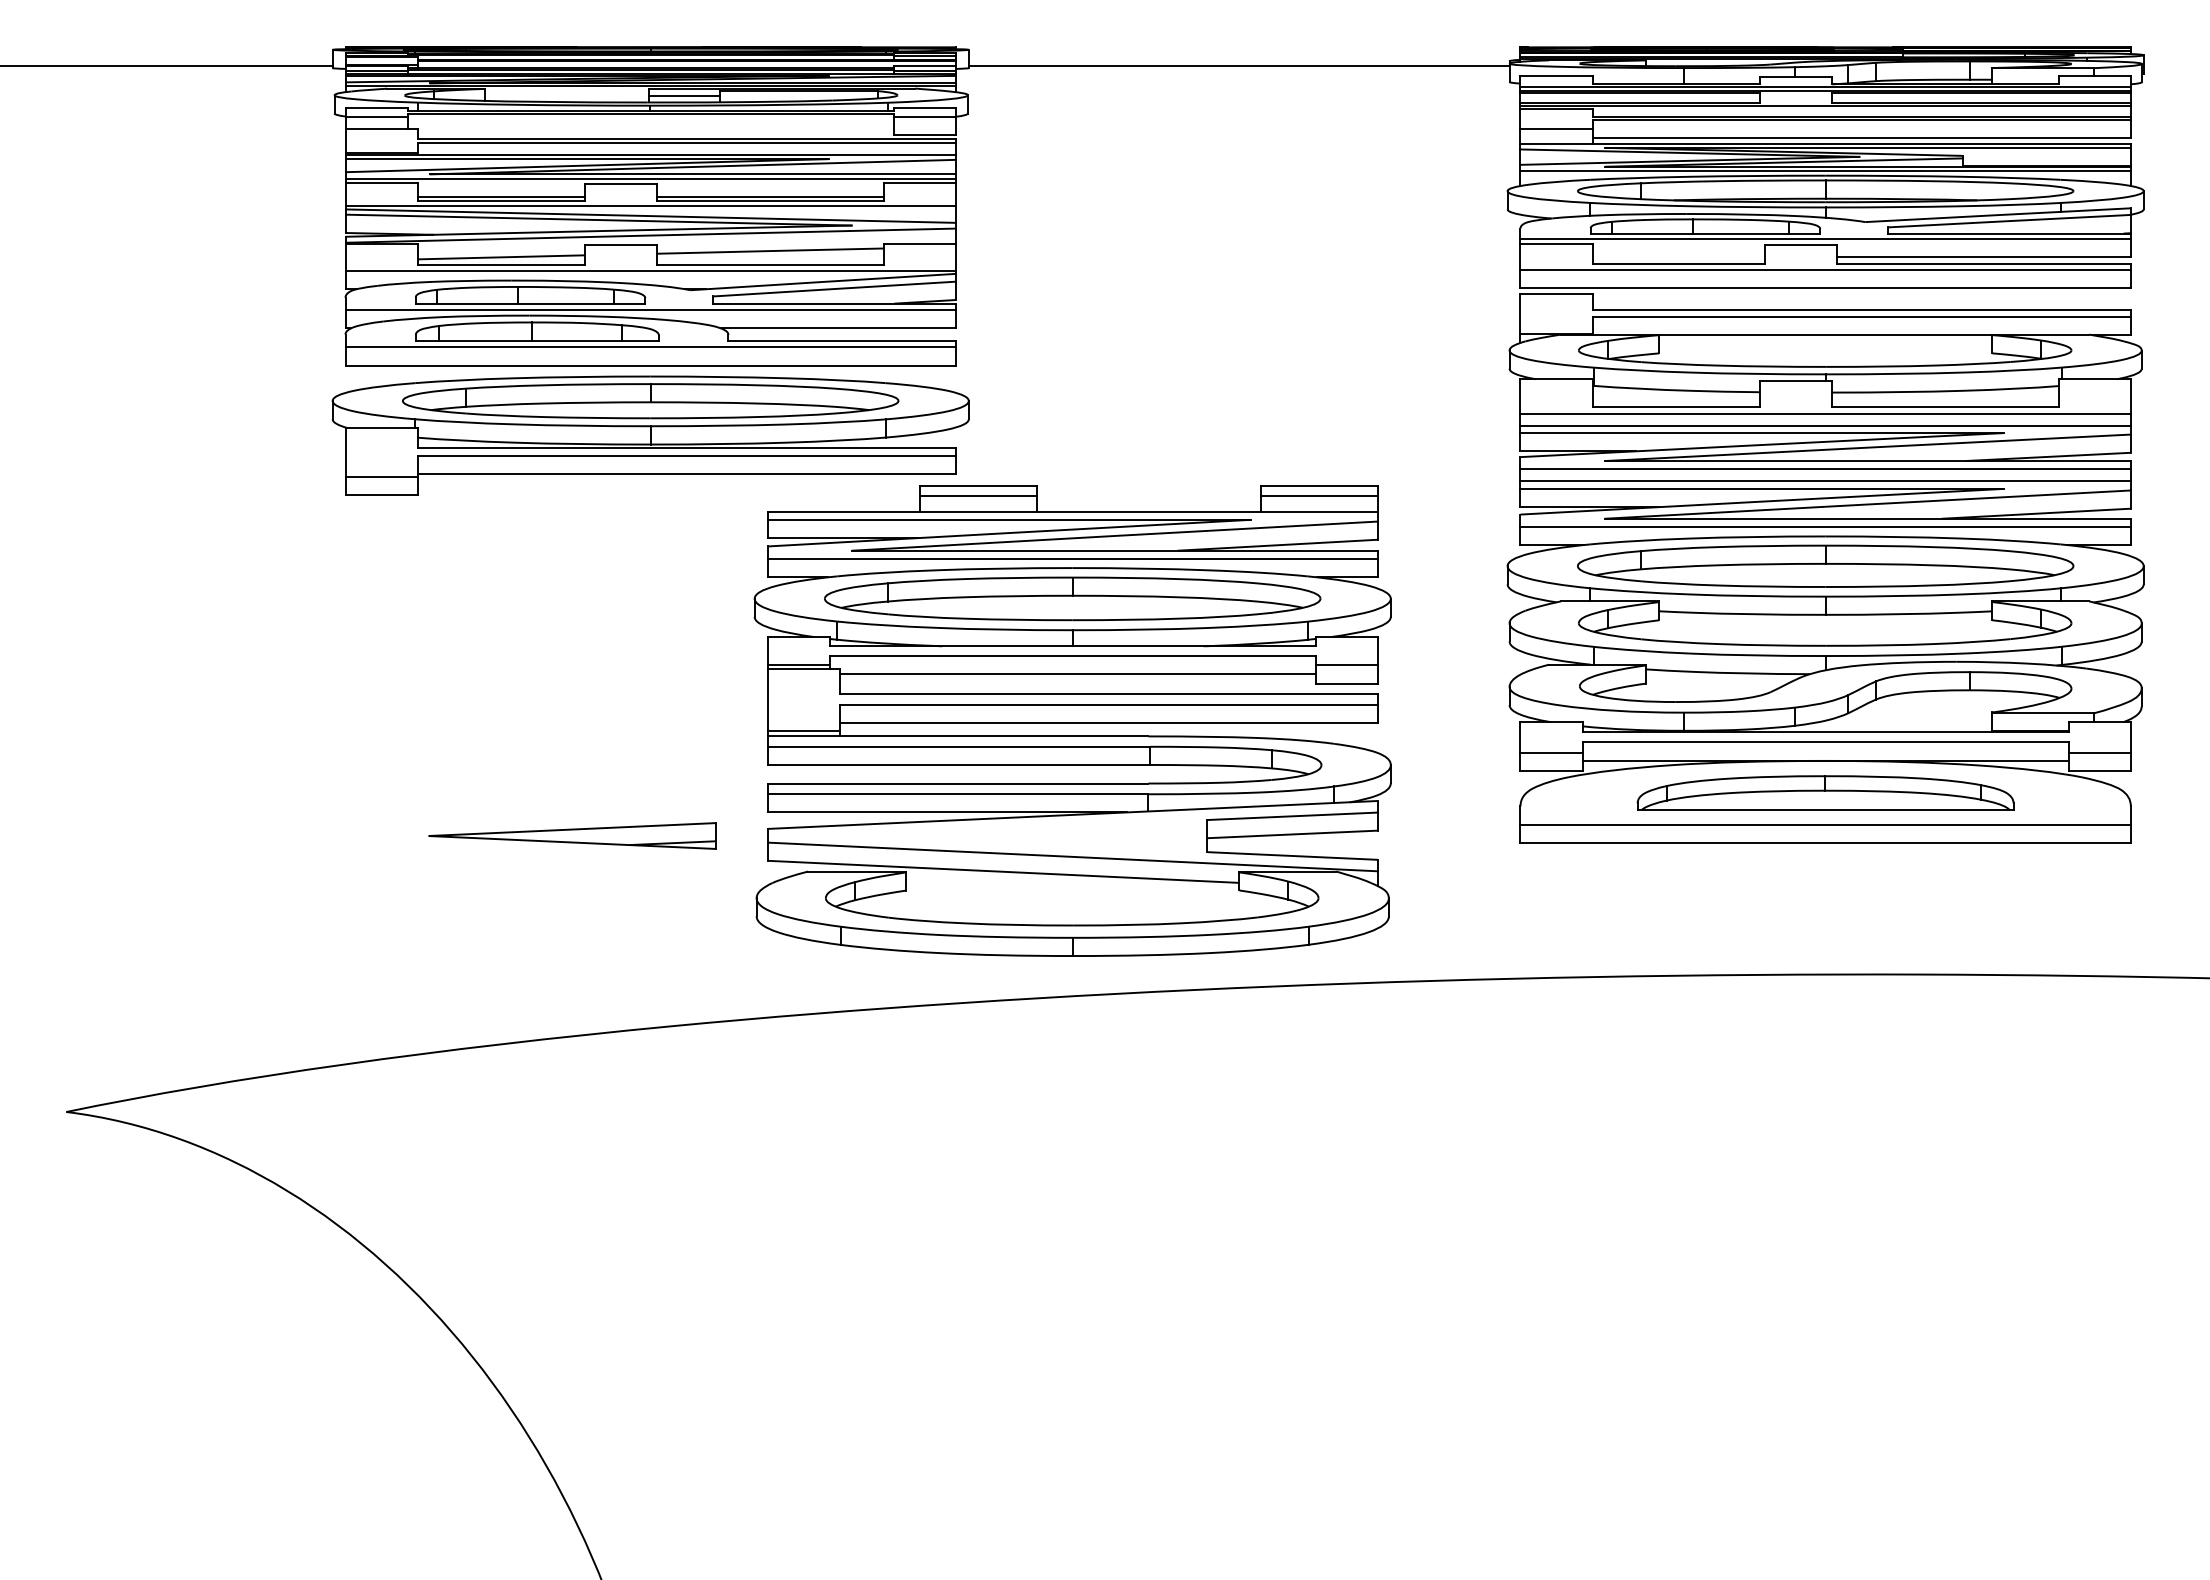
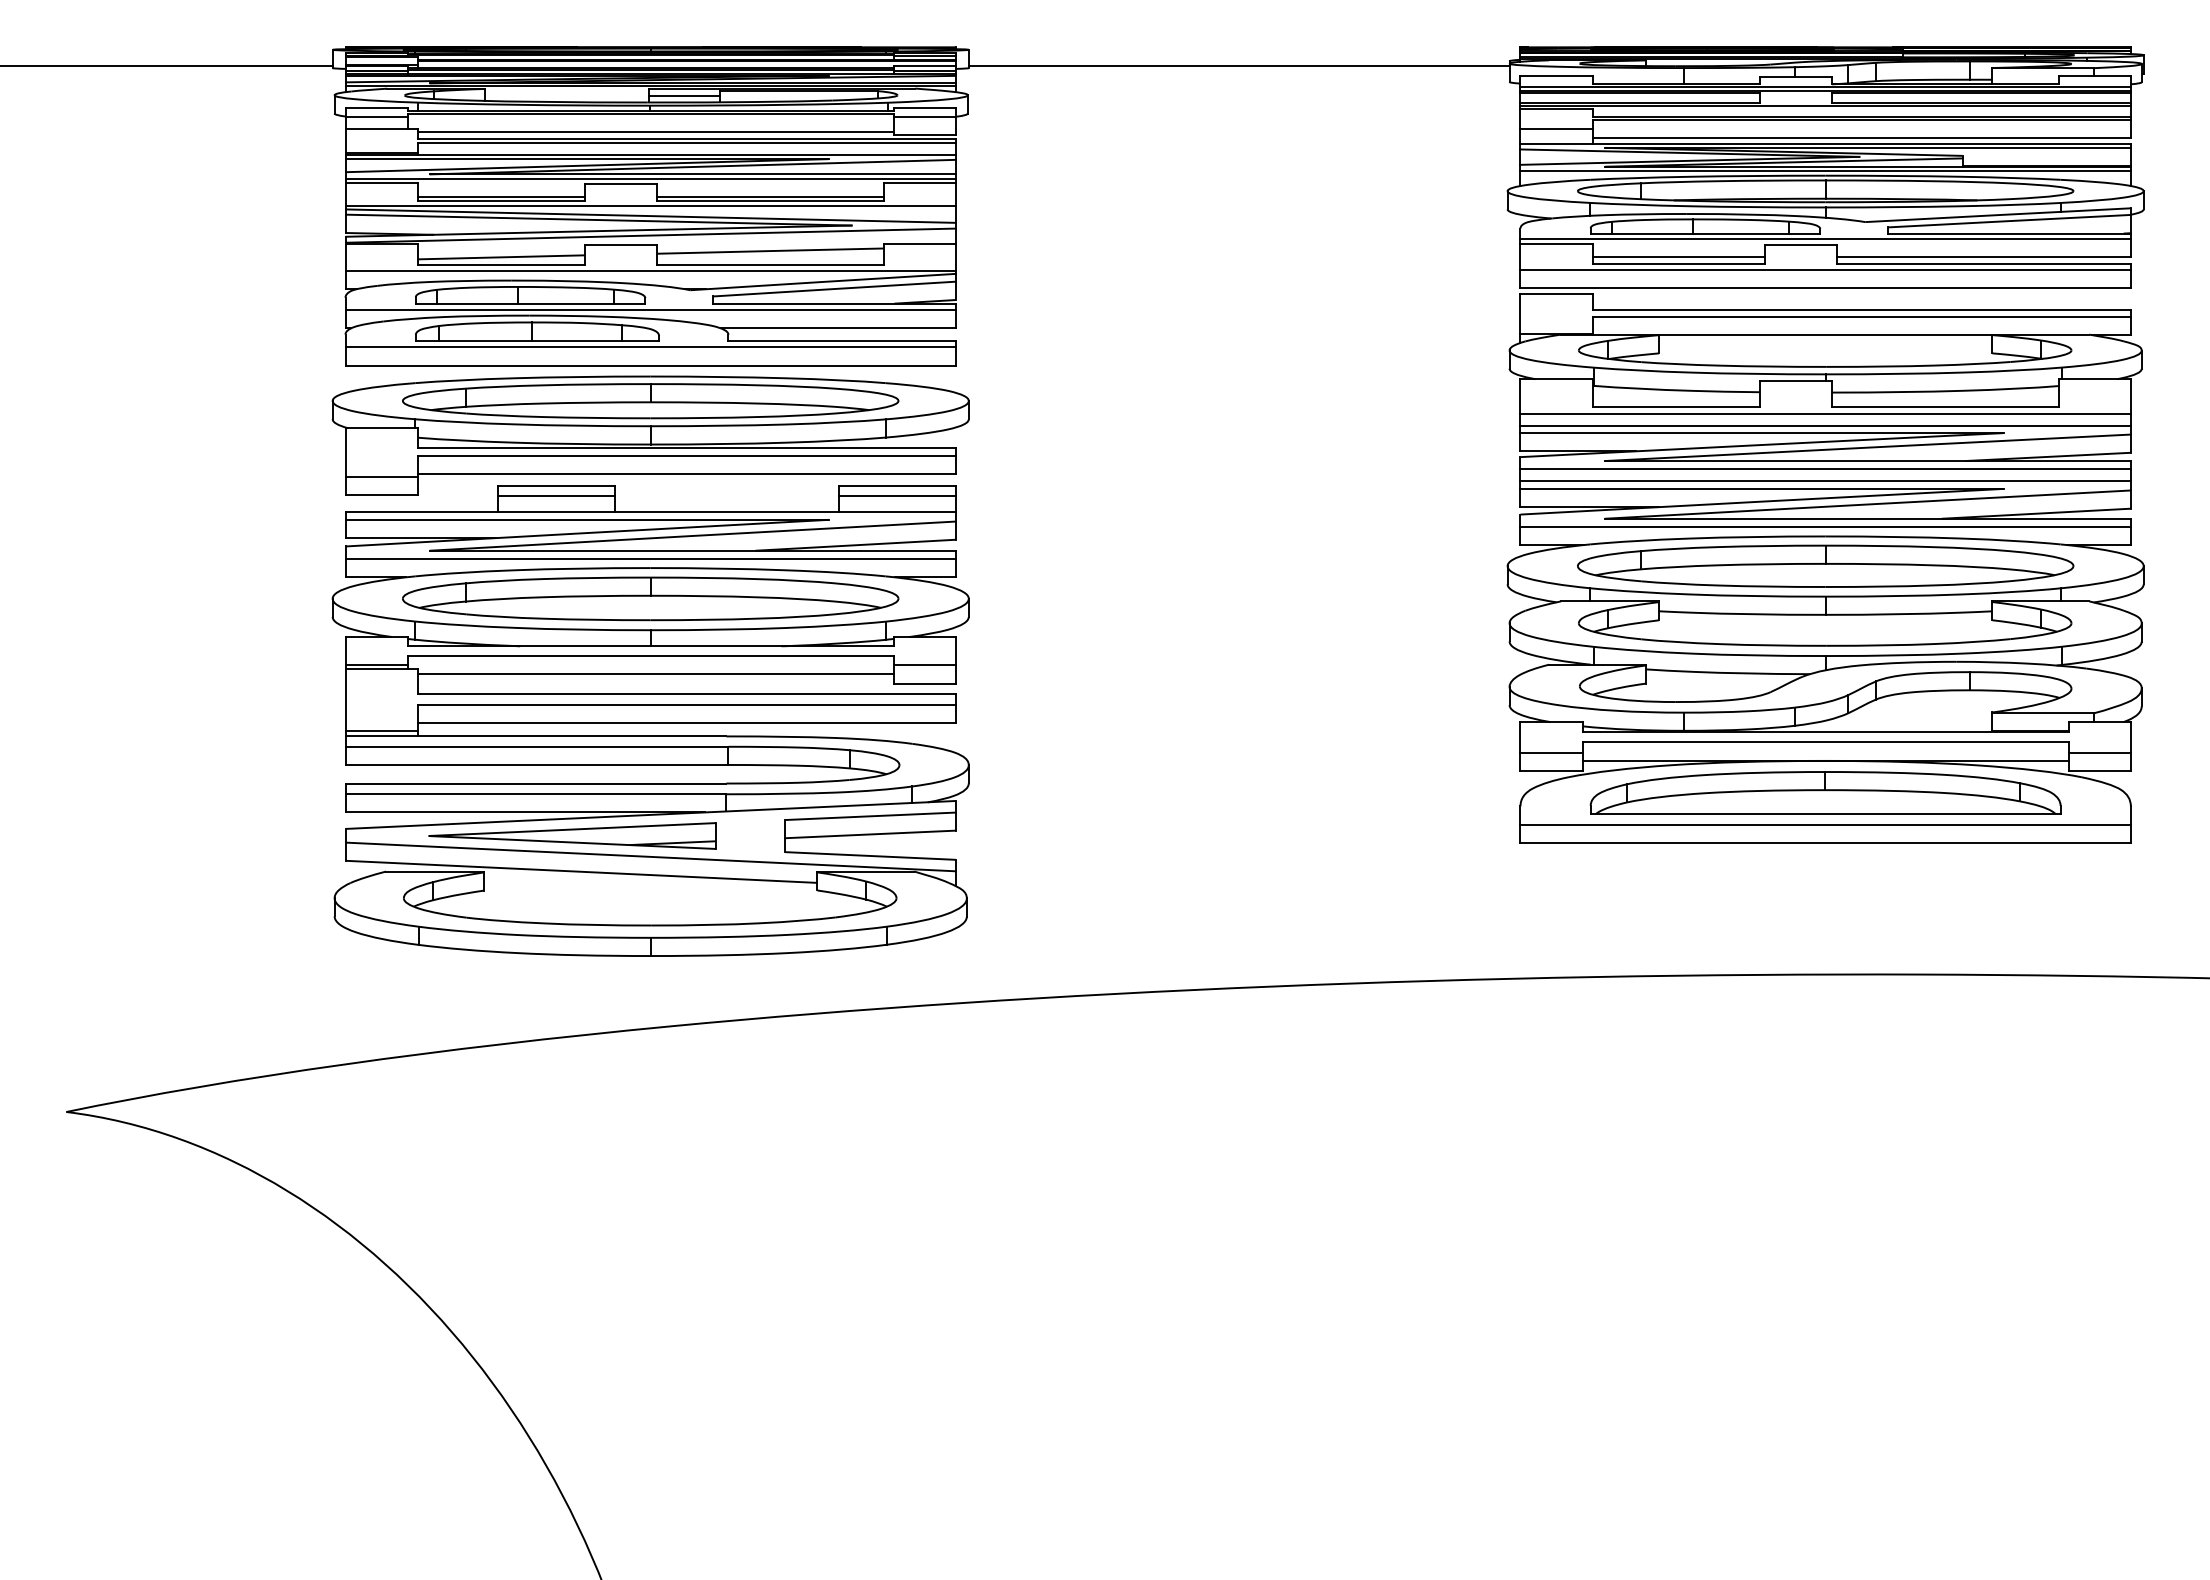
line at (655, 132): none -> present
line at (1678, 257): none -> present
part at (1072, 720) position: (1072, 720) -> (650, 720)
part at (1825, 792) size: 379x36 px -> 473x44 px
